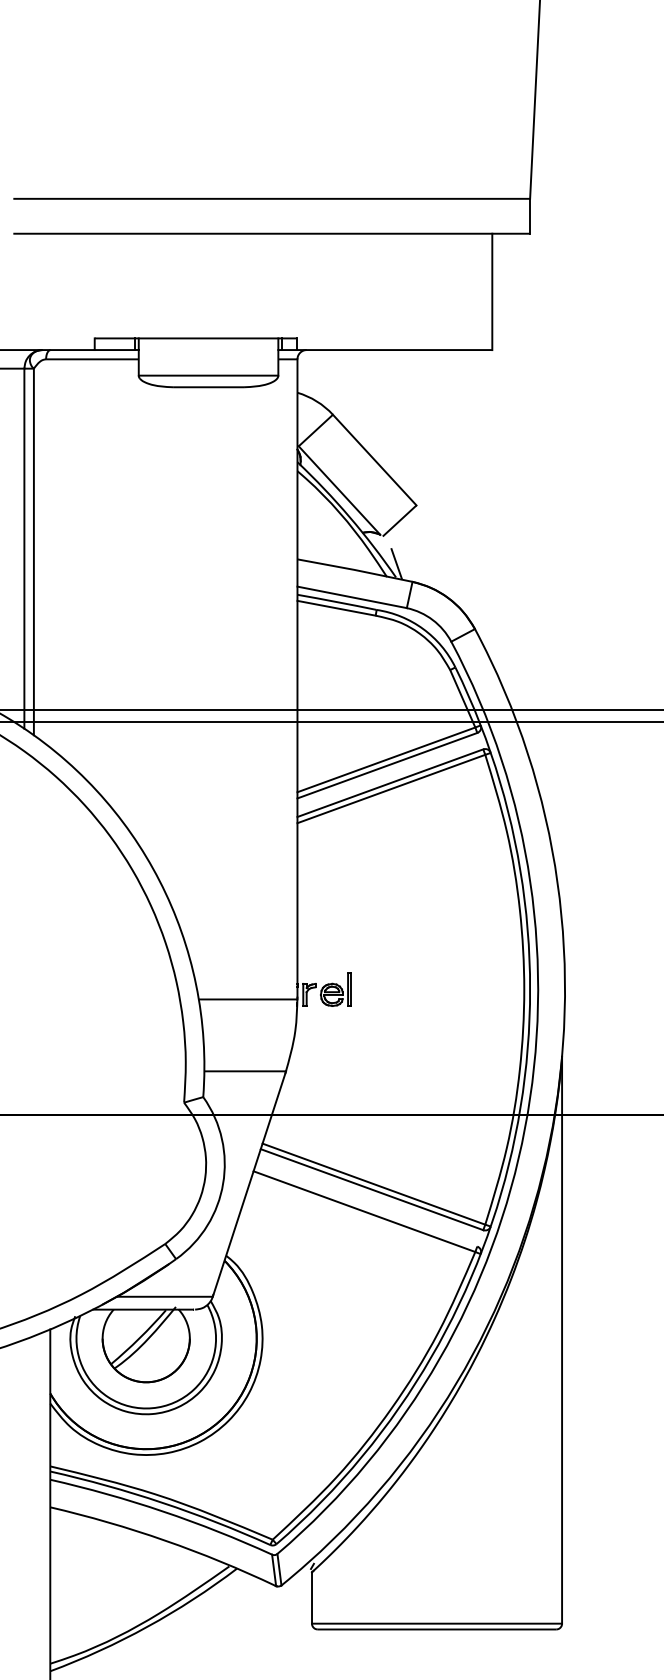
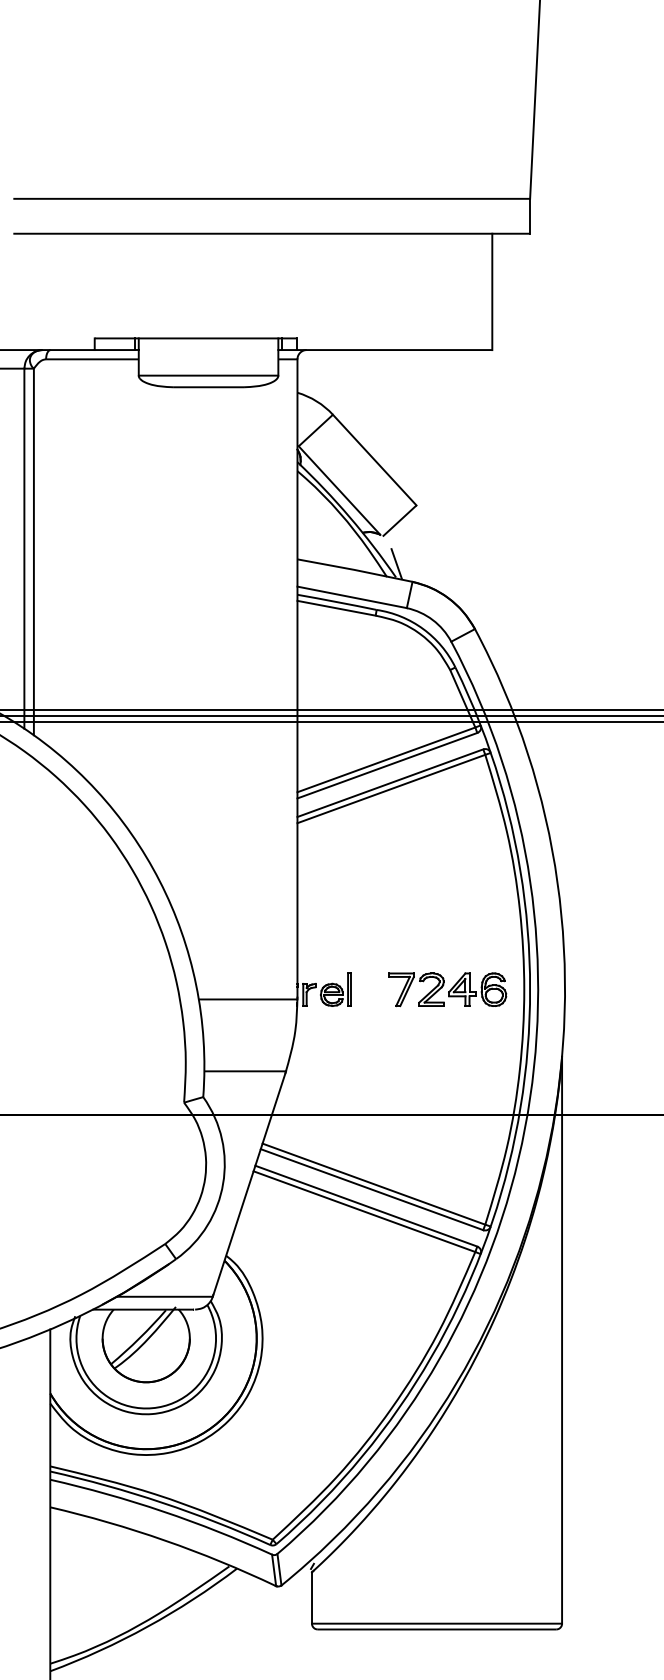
line at (331, 715): none -> present
part at (447, 989): none -> present
line at (366, 1205): none -> present
